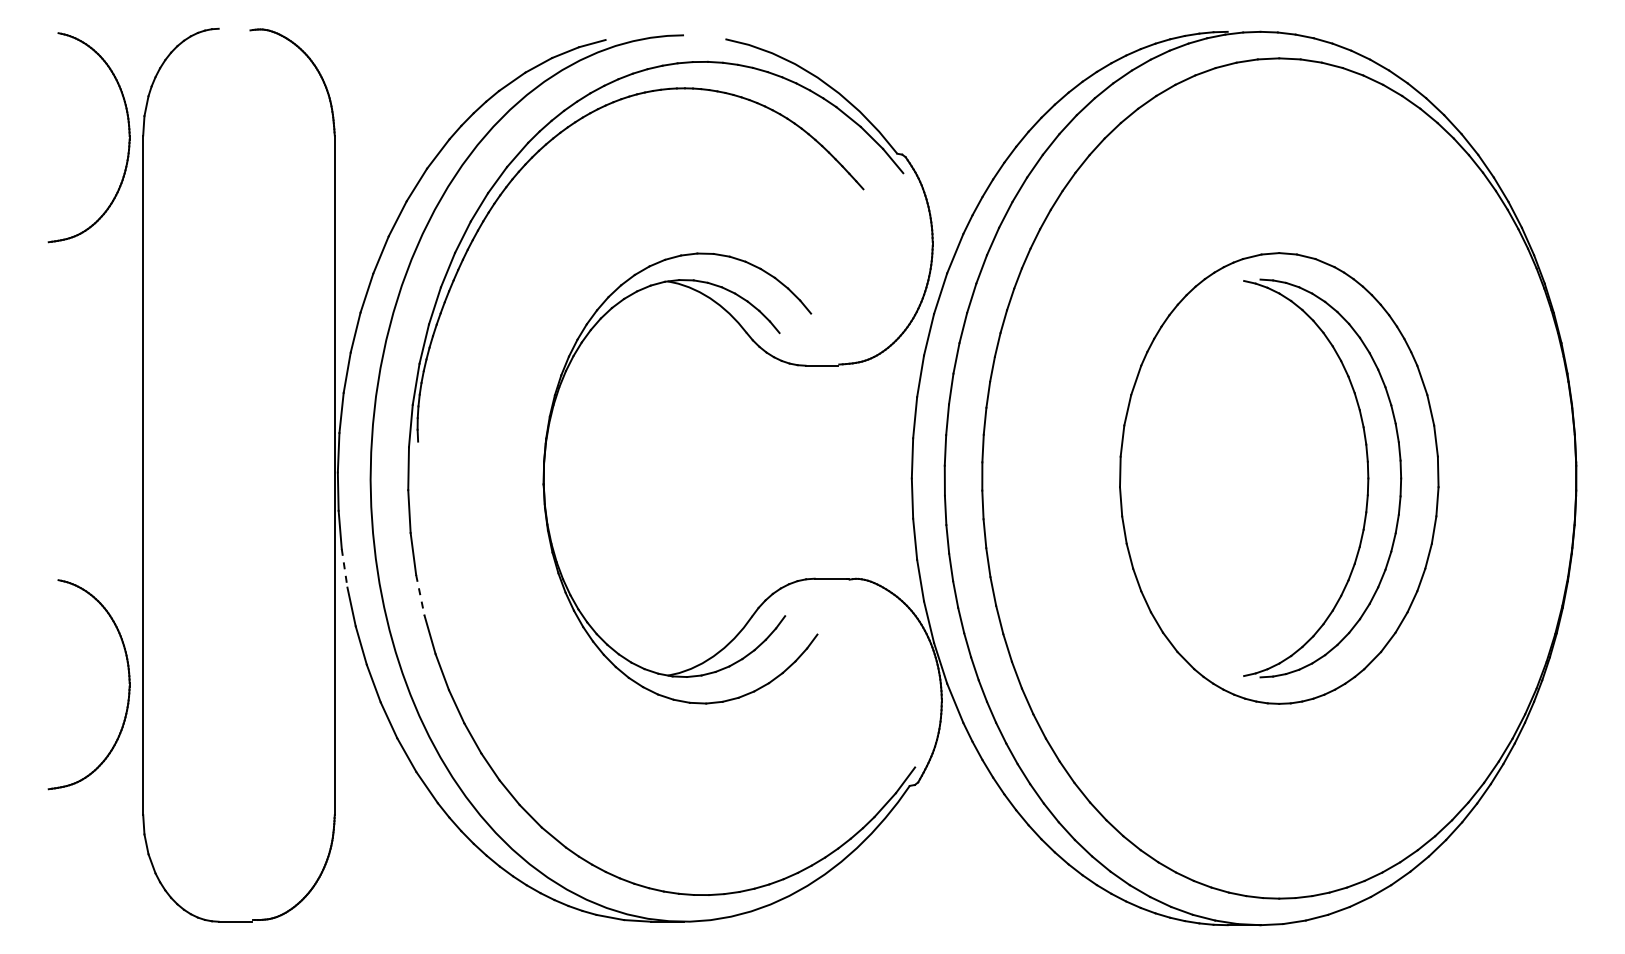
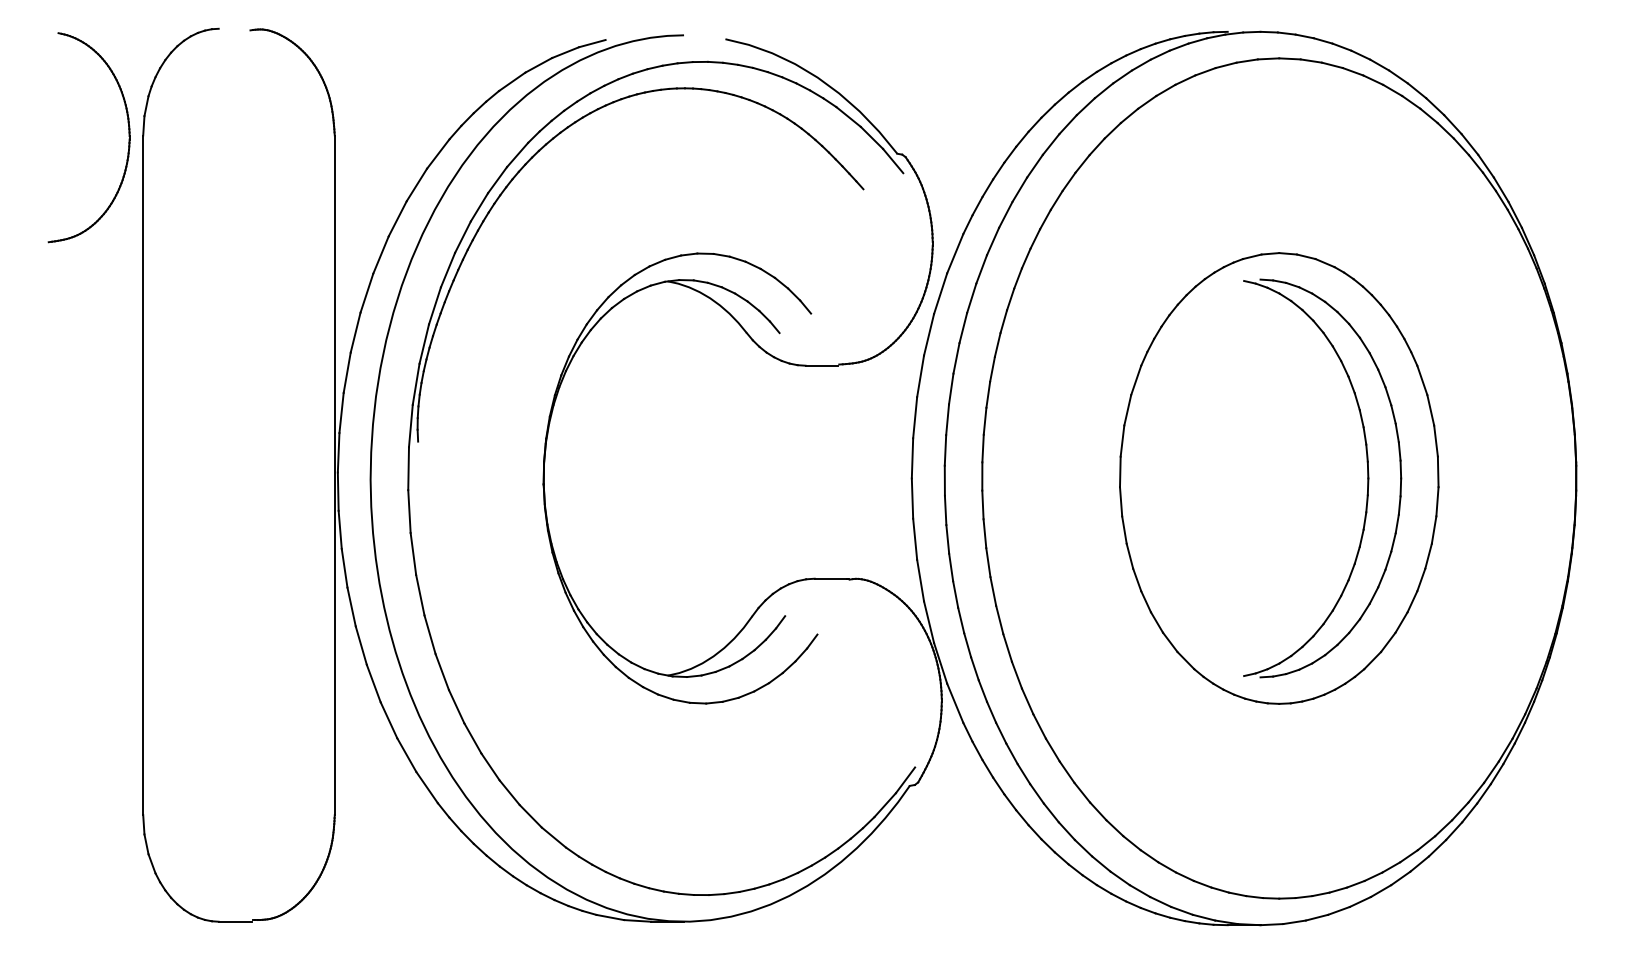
line at (344, 568): dashed -> solid
line at (420, 595): dashed -> solid
part at (128, 683): present -> none
